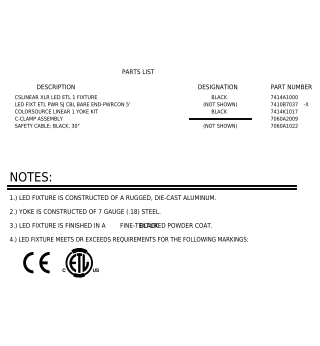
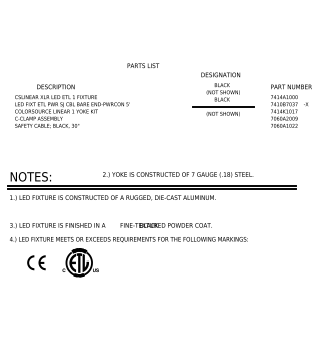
text at (138, 71) position: (138, 71) -> (143, 65)
part at (220, 106) position: (220, 106) -> (223, 94)
text at (85, 211) position: (85, 211) -> (178, 174)
part at (36, 262) size: 27x22 px -> 19x16 px
